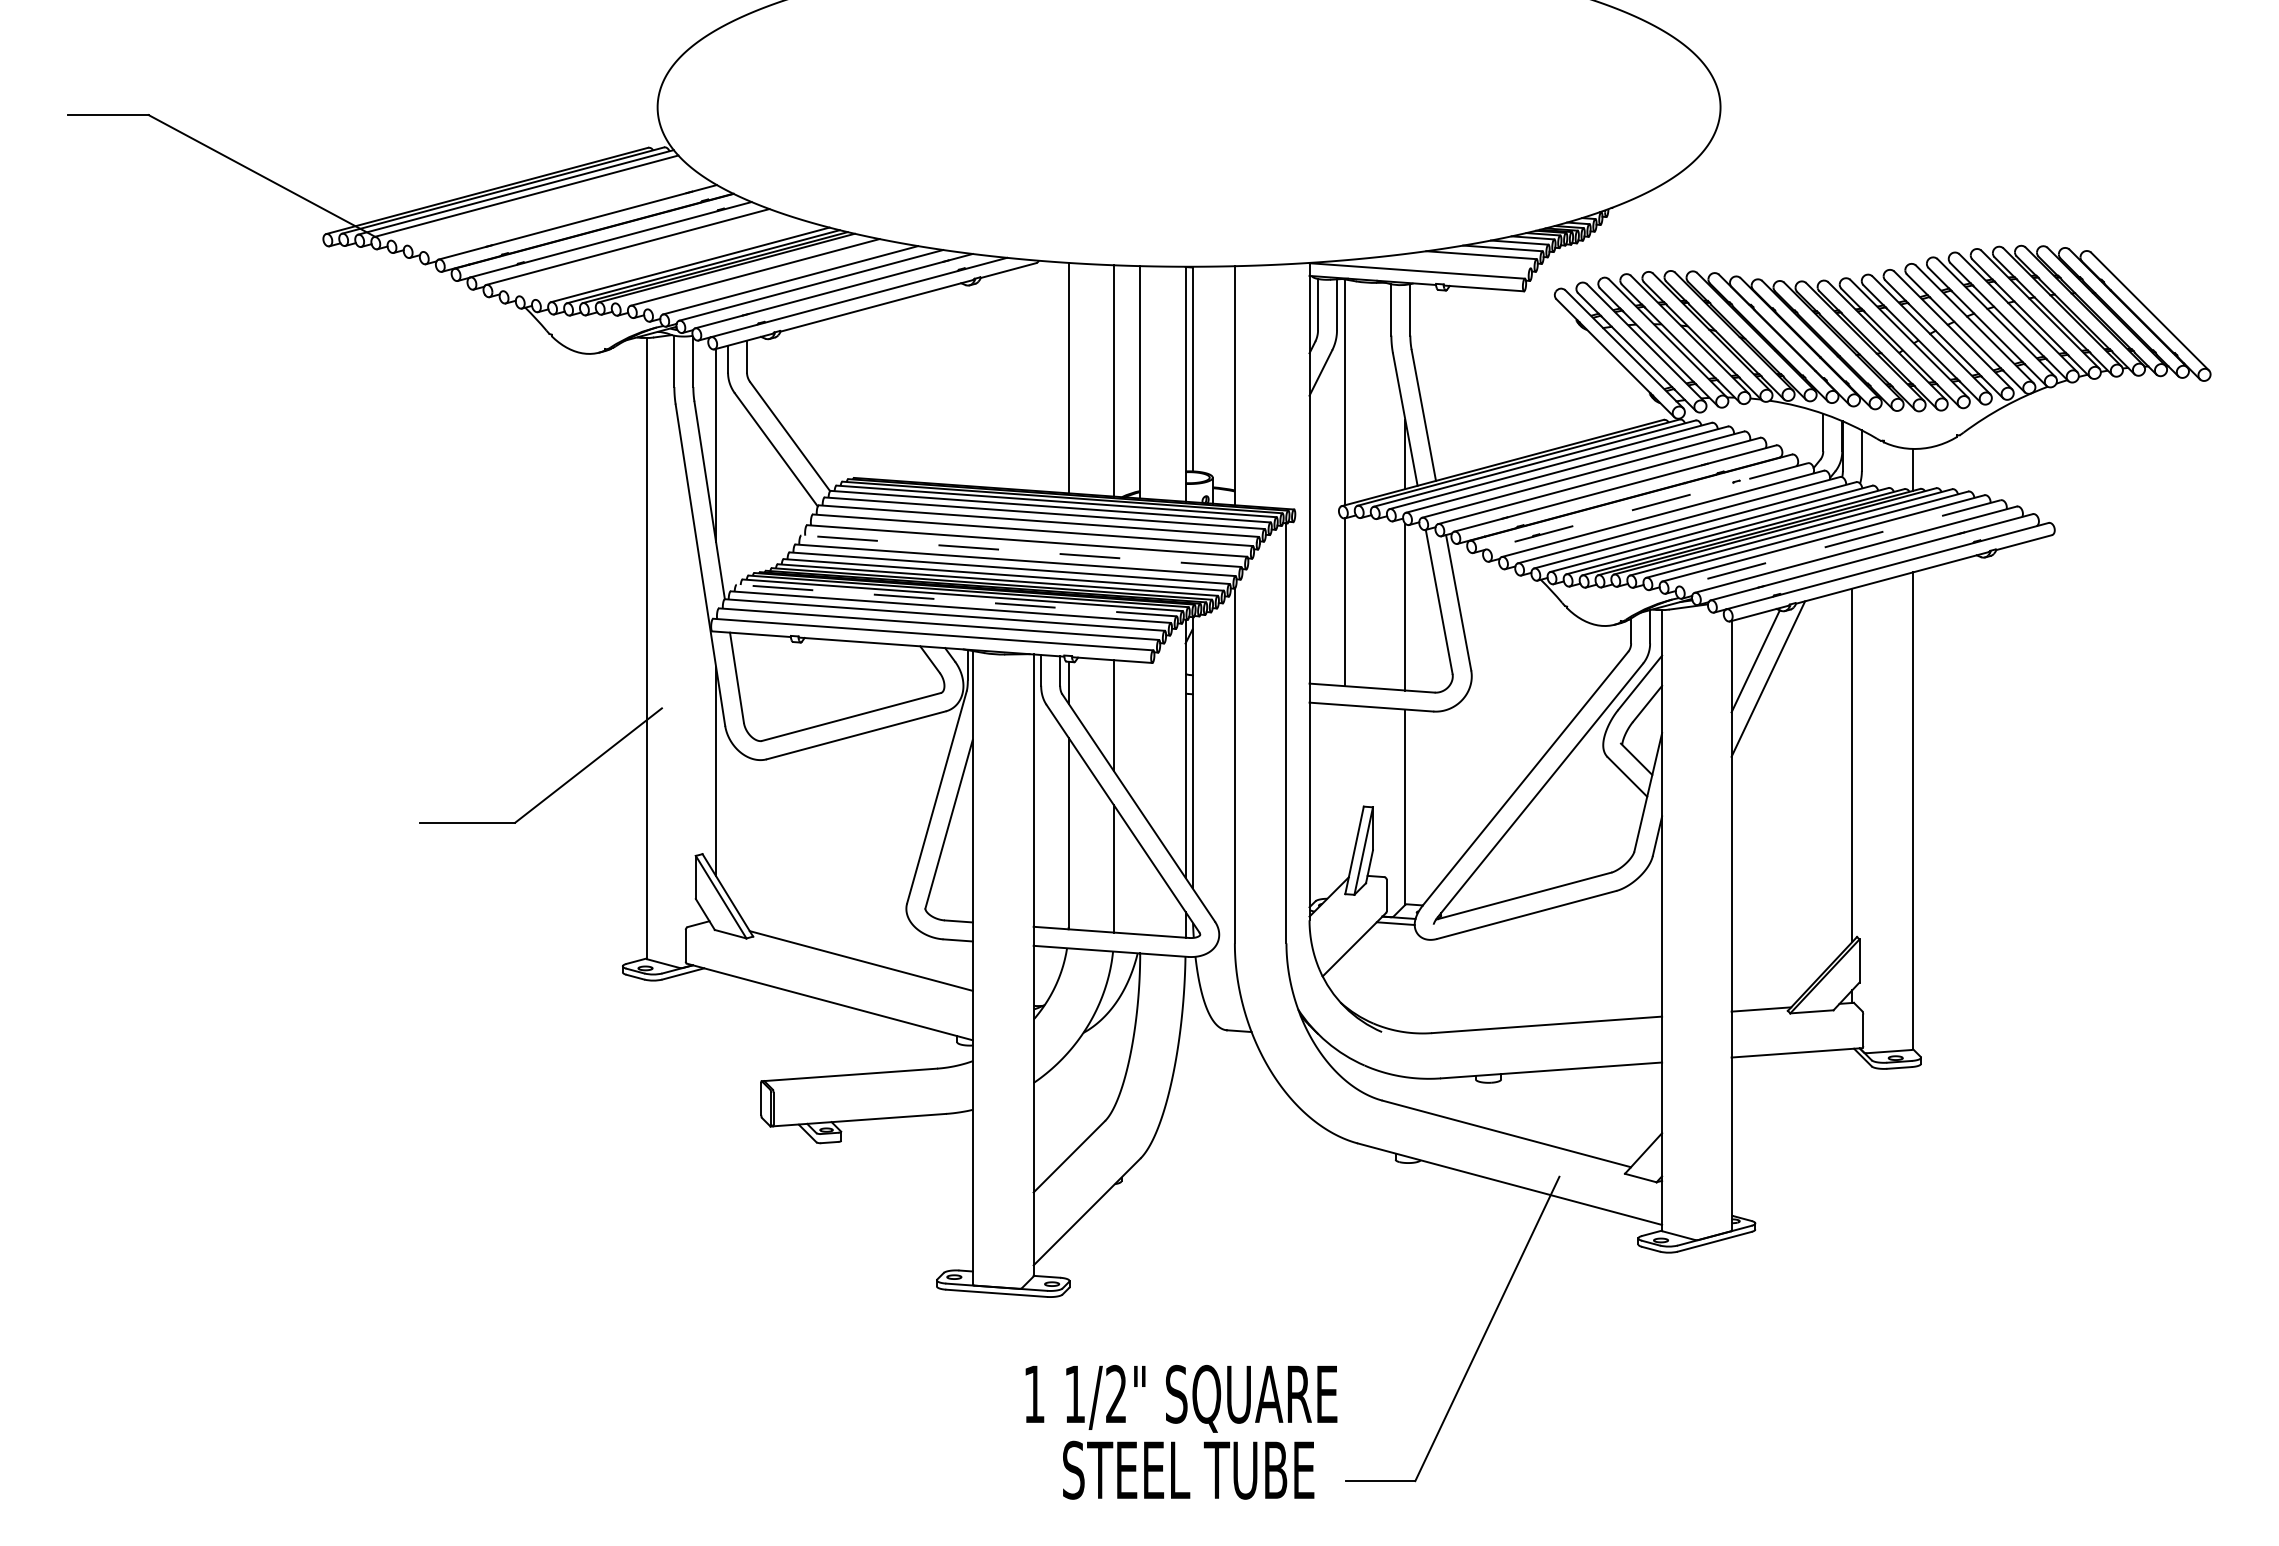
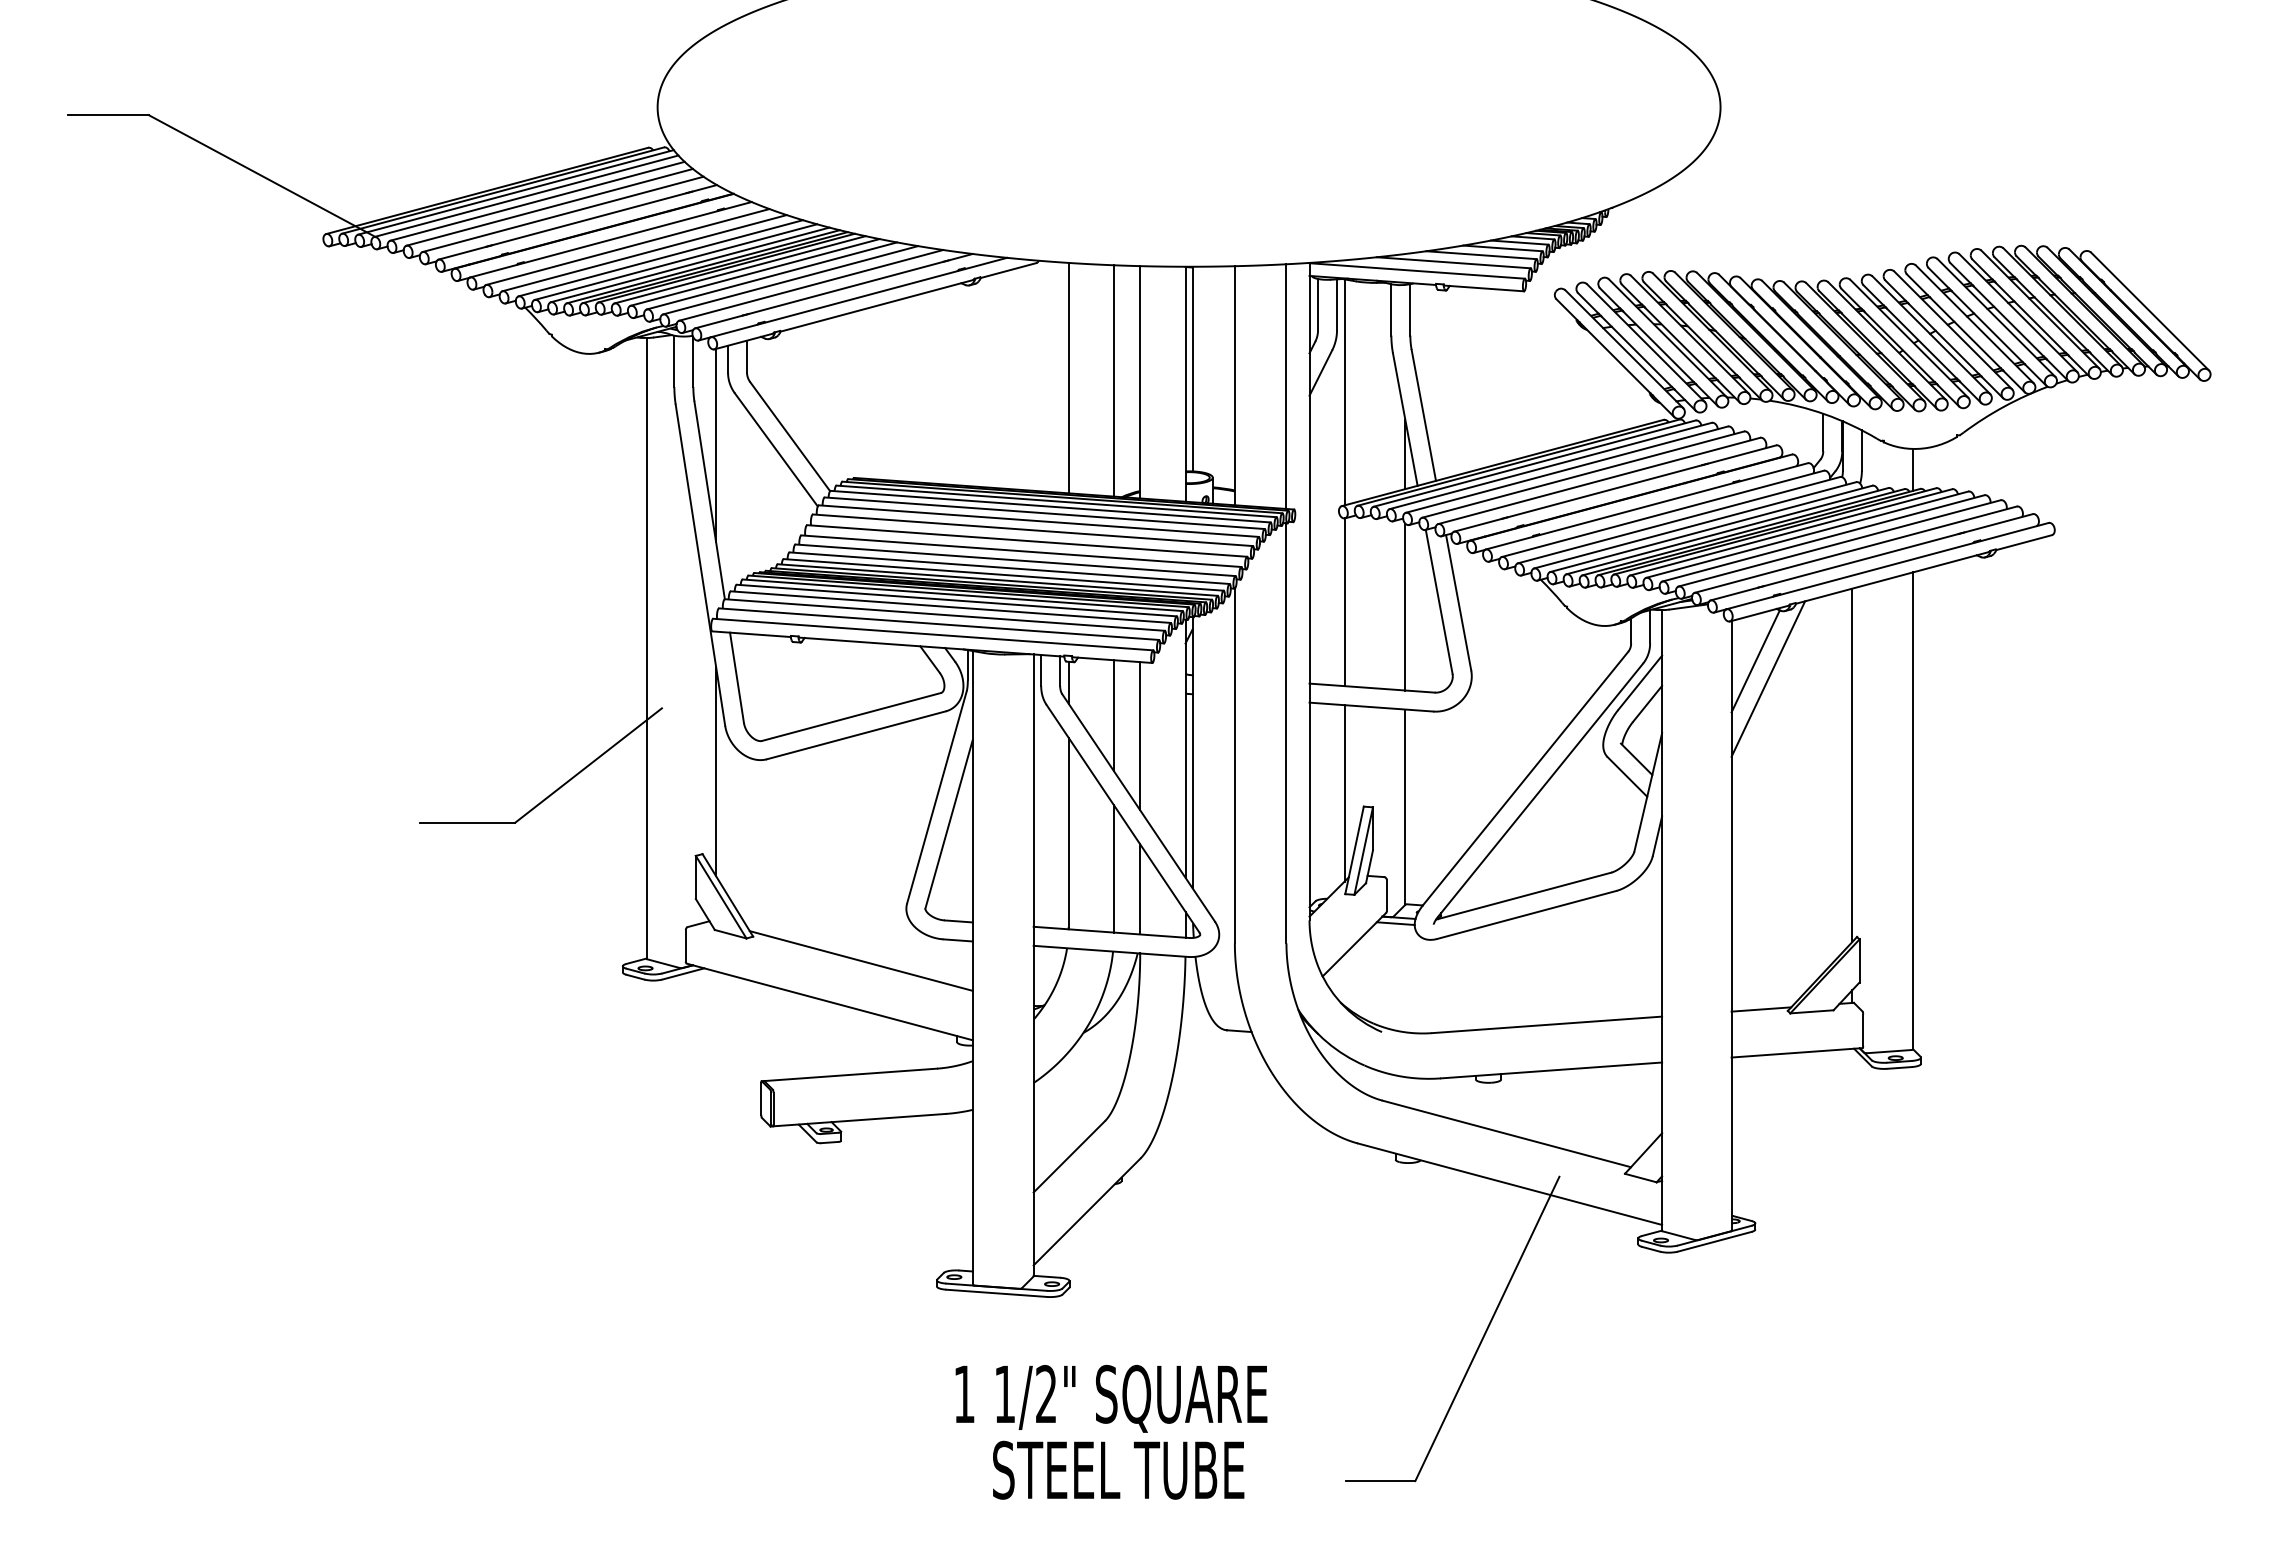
line at (537, 200): none -> present
line at (549, 206): none -> present
line at (562, 214): none -> present
line at (644, 253): none -> present
line at (660, 258): none -> present
line at (675, 261): none -> present
line at (1453, 262): none -> present
line at (739, 269): none -> present
line at (771, 275): none -> present
line at (1286, 386): none -> present
line at (1646, 506): dashed -> solid
line at (1839, 543): dashed -> solid
line at (1021, 551): dashed -> solid
line at (956, 600): dashed -> solid
line at (1140, 736): none -> present
line at (1344, 793): none -> present
line at (1140, 889): none -> present
text at (1181, 1431) position: (1181, 1431) -> (1111, 1431)
